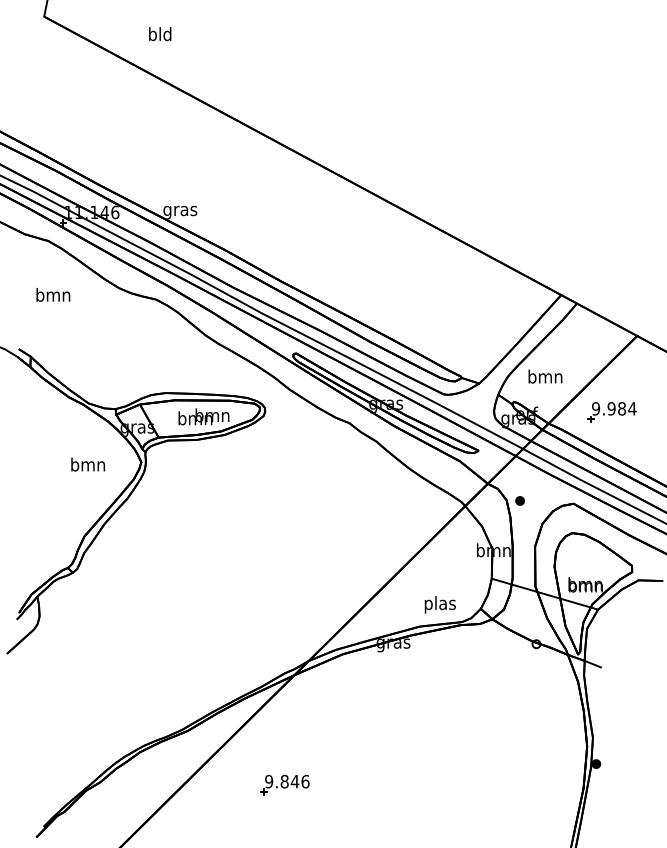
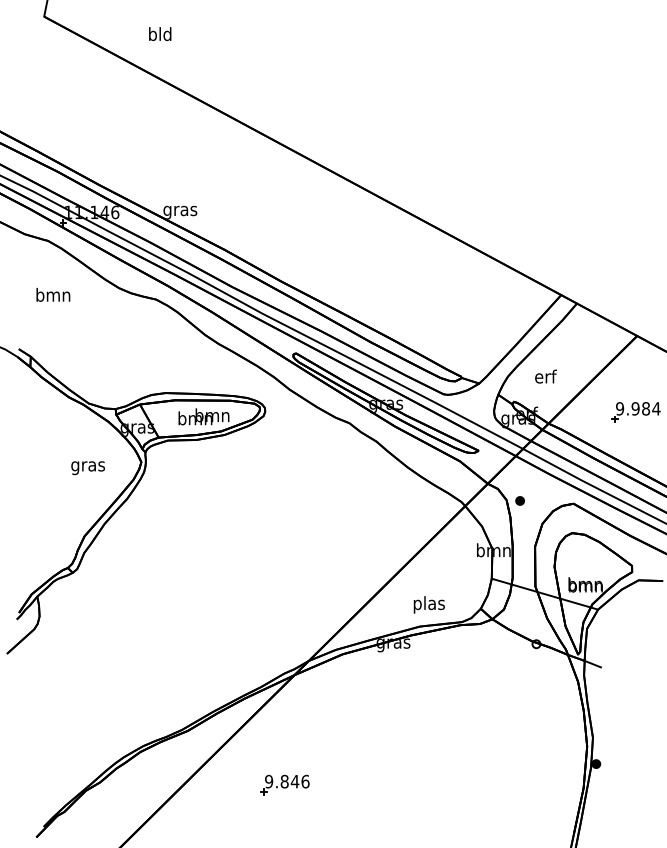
text at (545, 376): bmn -> erf
part at (611, 412) position: (611, 412) -> (635, 412)
text at (87, 466): bmn -> gras
text at (439, 604) position: (439, 604) -> (428, 604)
